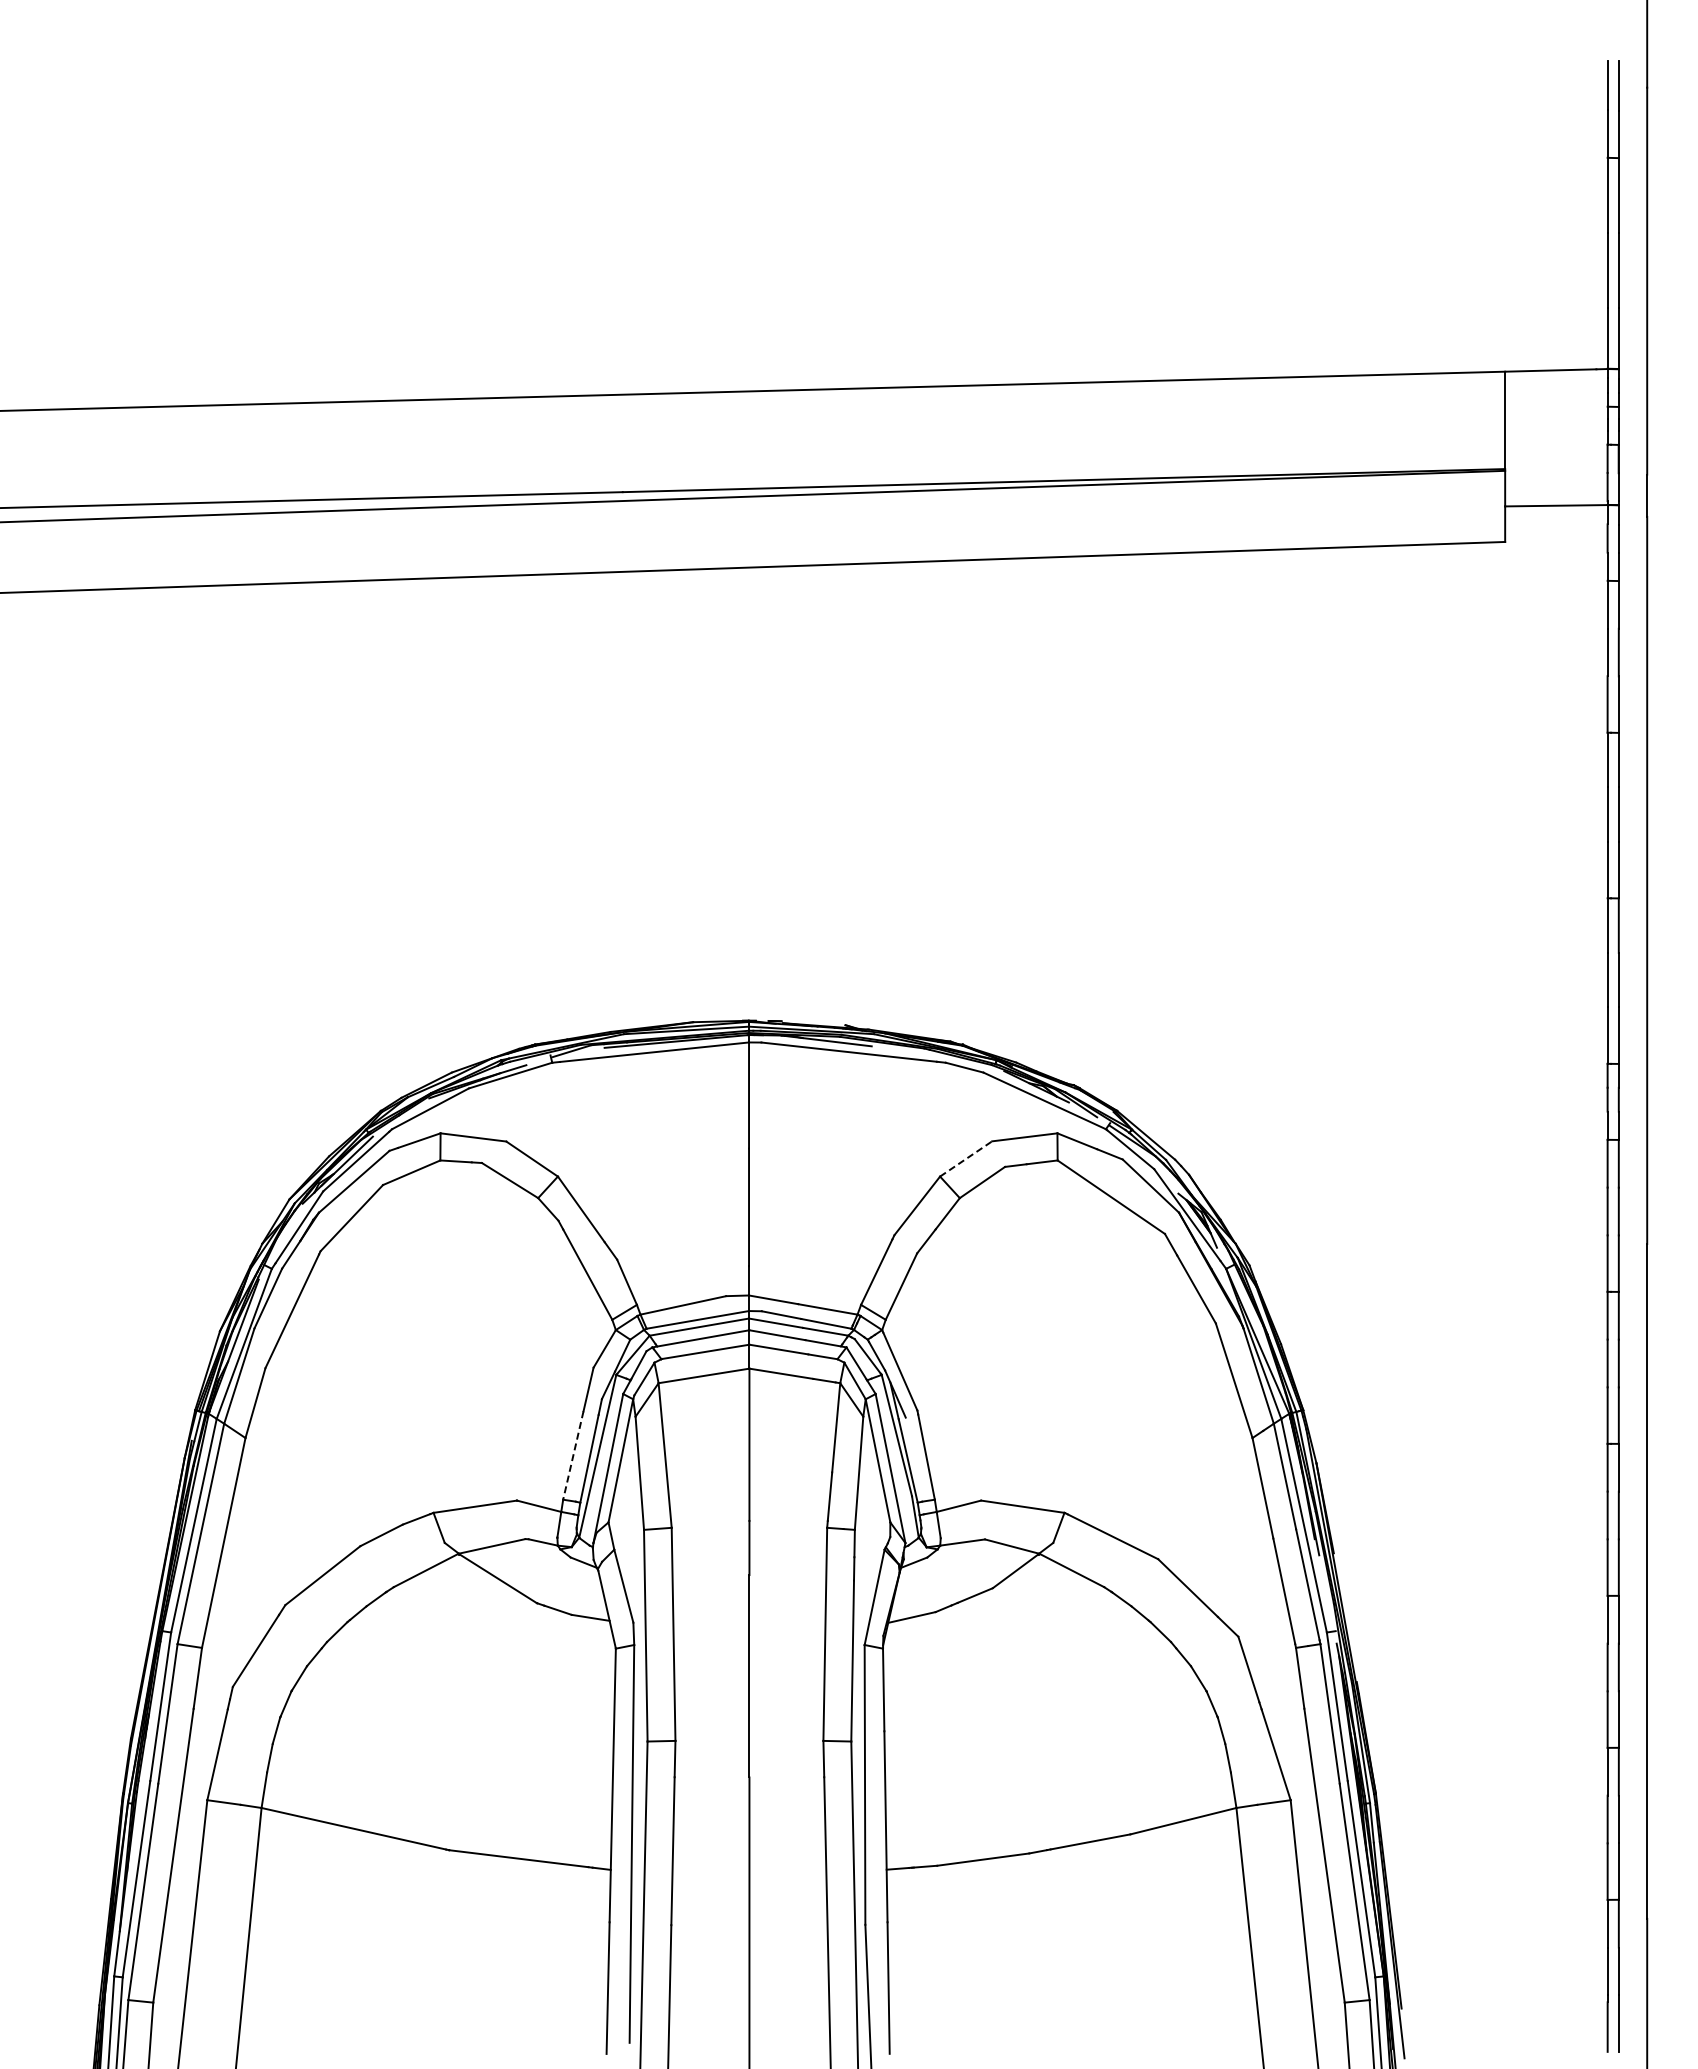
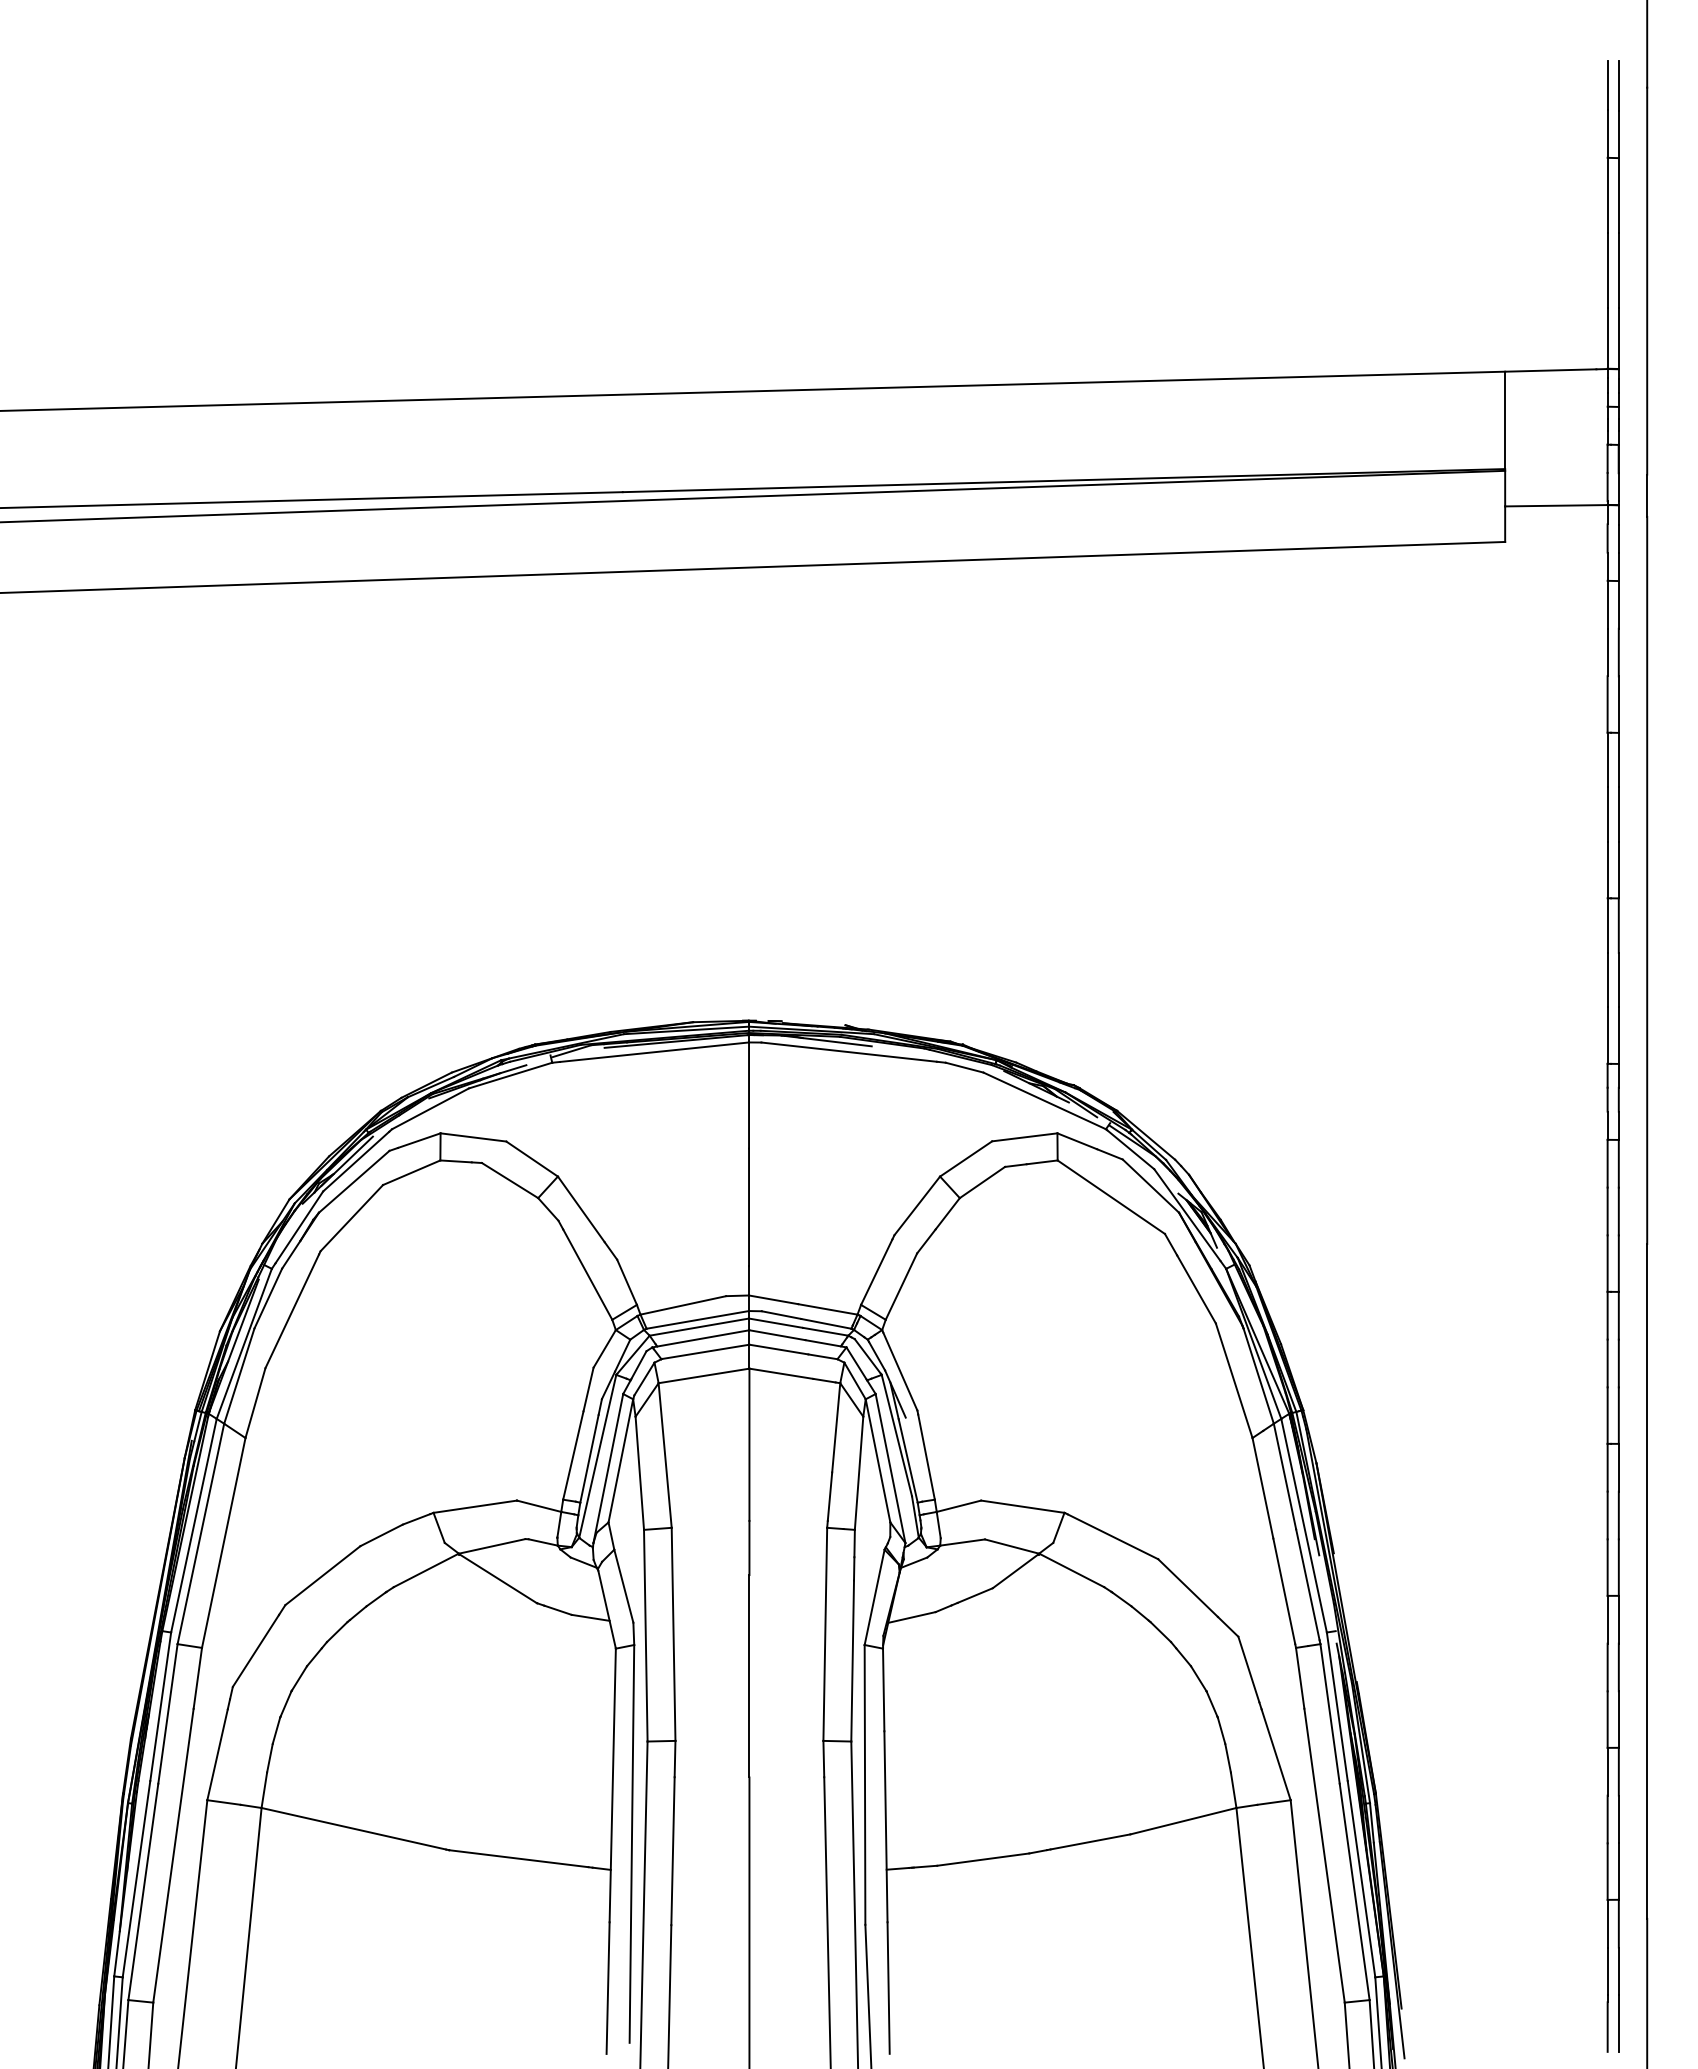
line at (966, 1158): dashed -> solid
line at (573, 1456): dashed -> solid
